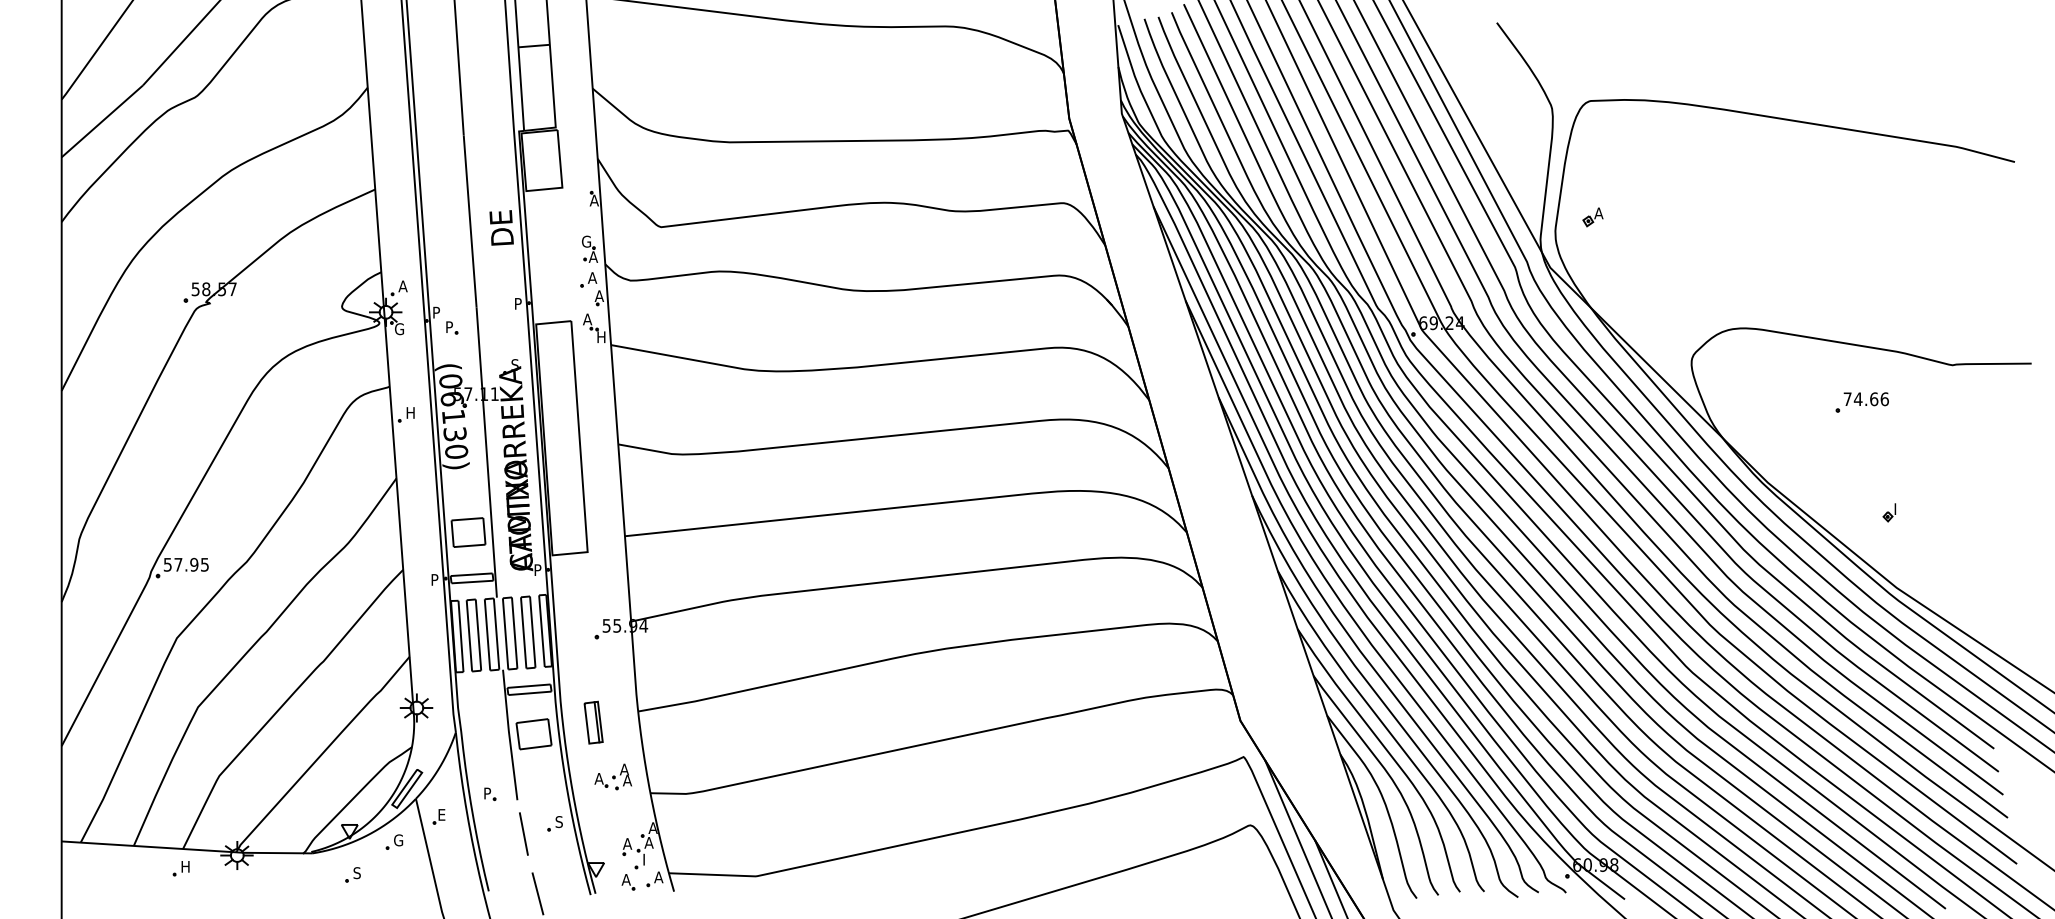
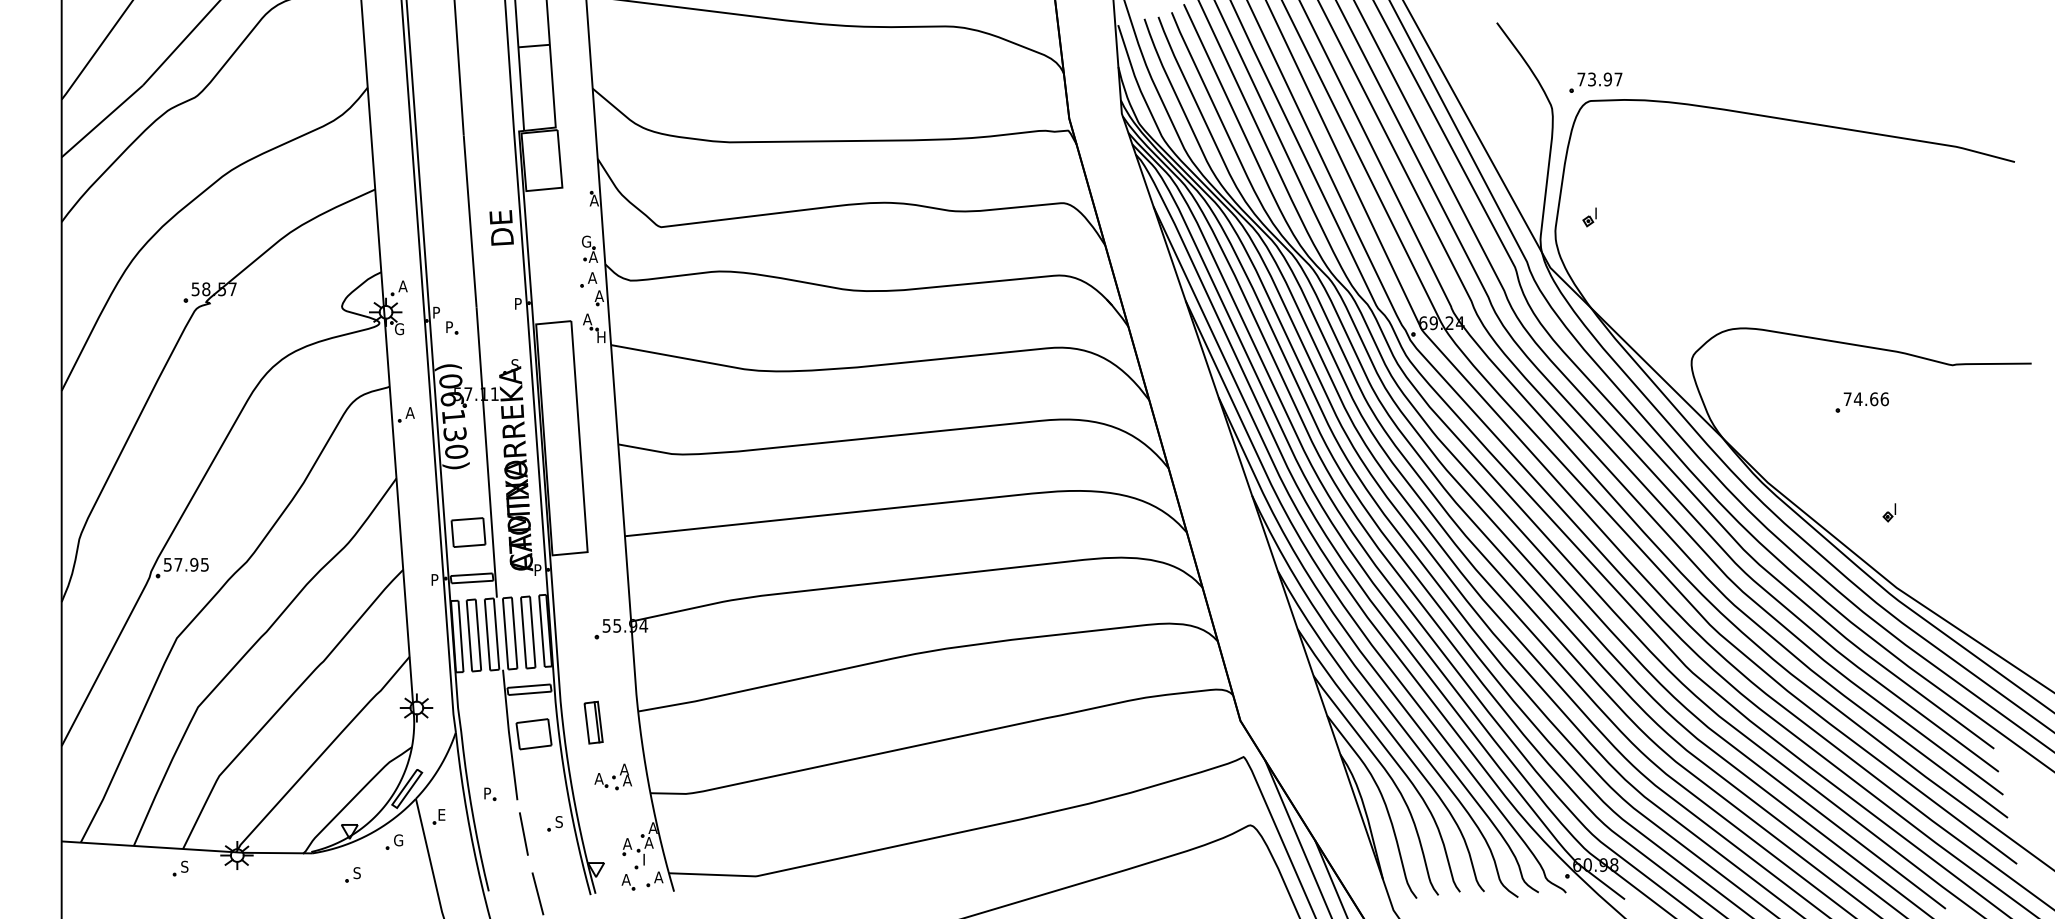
part at (1595, 82): none -> present
text at (1598, 213): A -> I
text at (409, 412): H -> A
text at (185, 866): H -> S
